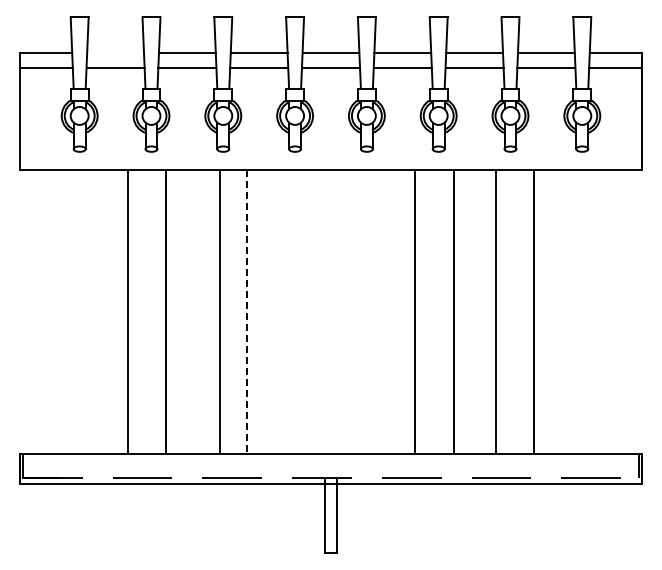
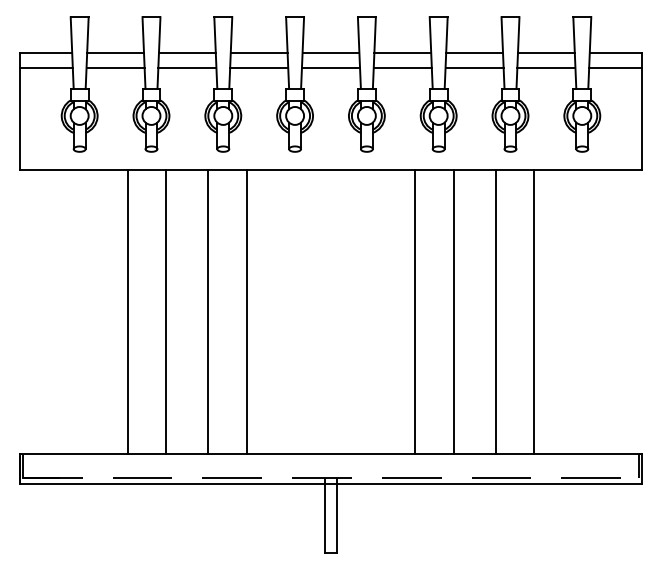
line at (115, 53): none -> present
line at (220, 311) position: (220, 311) -> (208, 311)
line at (247, 312): dashed -> solid
